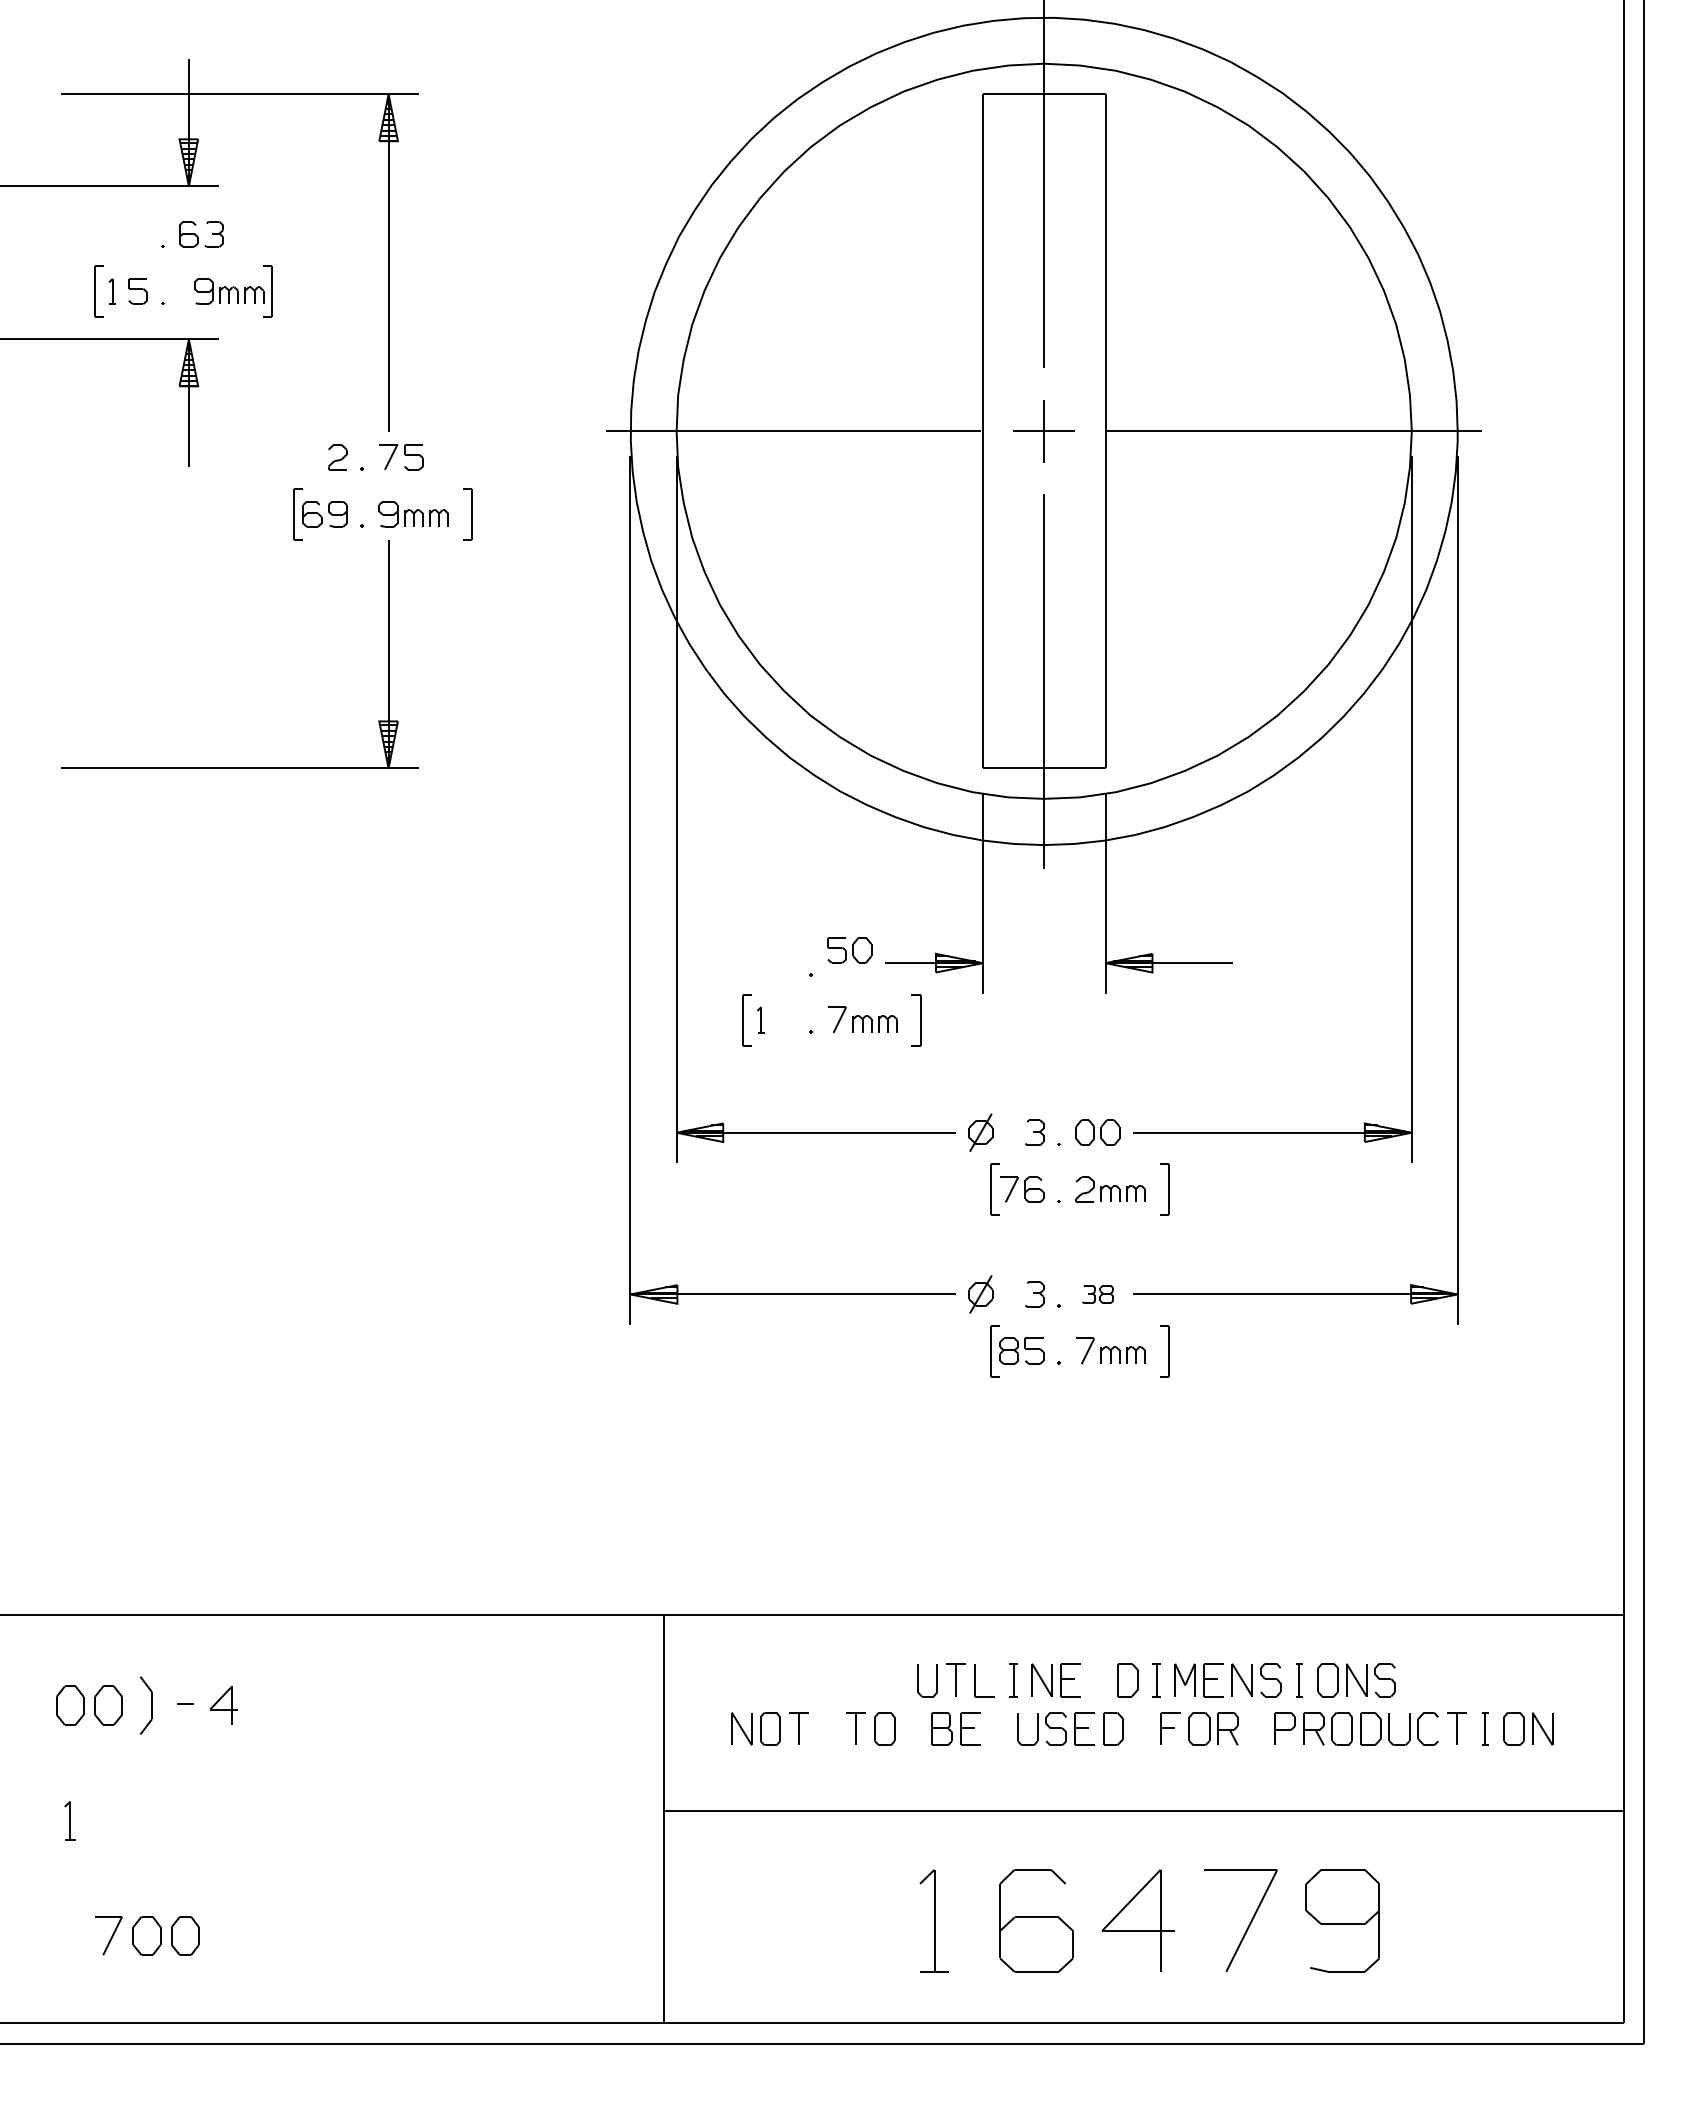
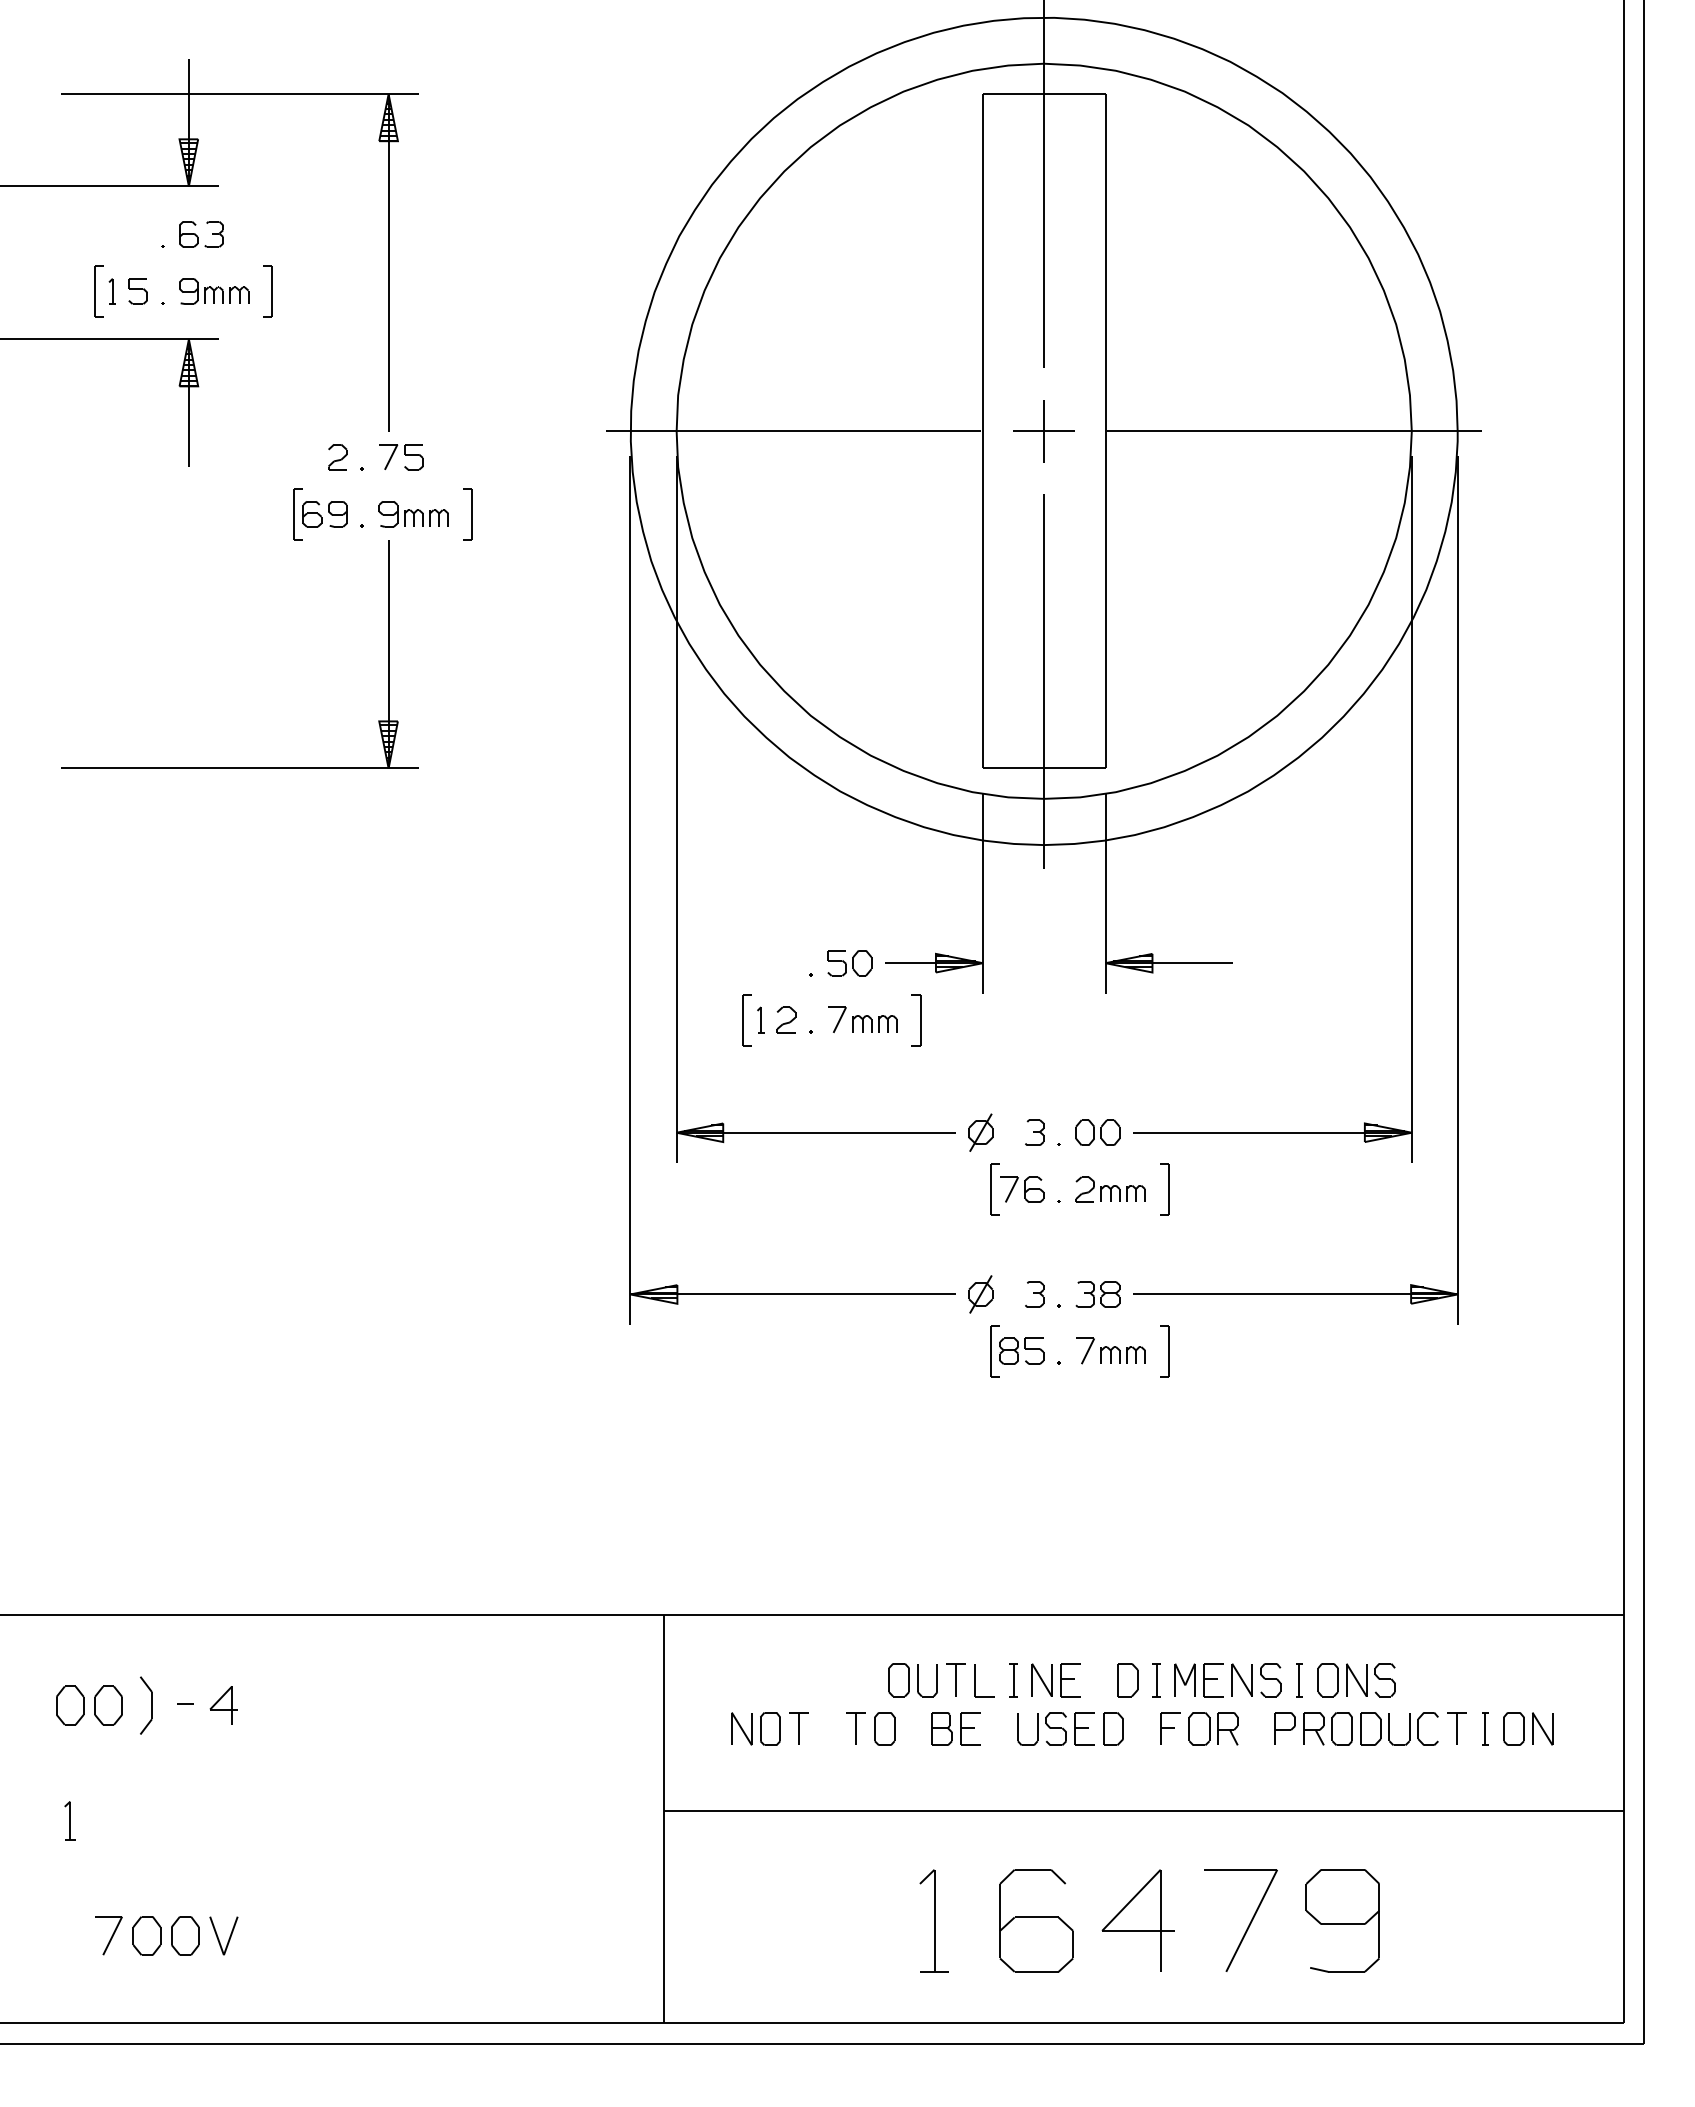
part at (229, 291) position: (229, 291) -> (214, 291)
part at (849, 950) position: (849, 950) -> (849, 963)
part at (786, 1019): none -> present
part at (1097, 1294) size: 32x19 px -> 46x27 px
part at (898, 1680): none -> present
part at (223, 1935): none -> present
